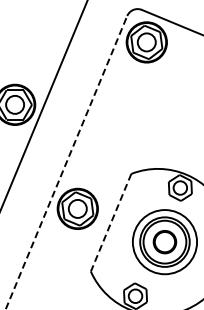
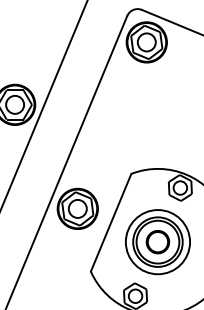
line at (66, 162): dashed -> solid
line at (111, 222): dashed -> solid
part at (164, 242) position: (164, 242) -> (157, 242)
